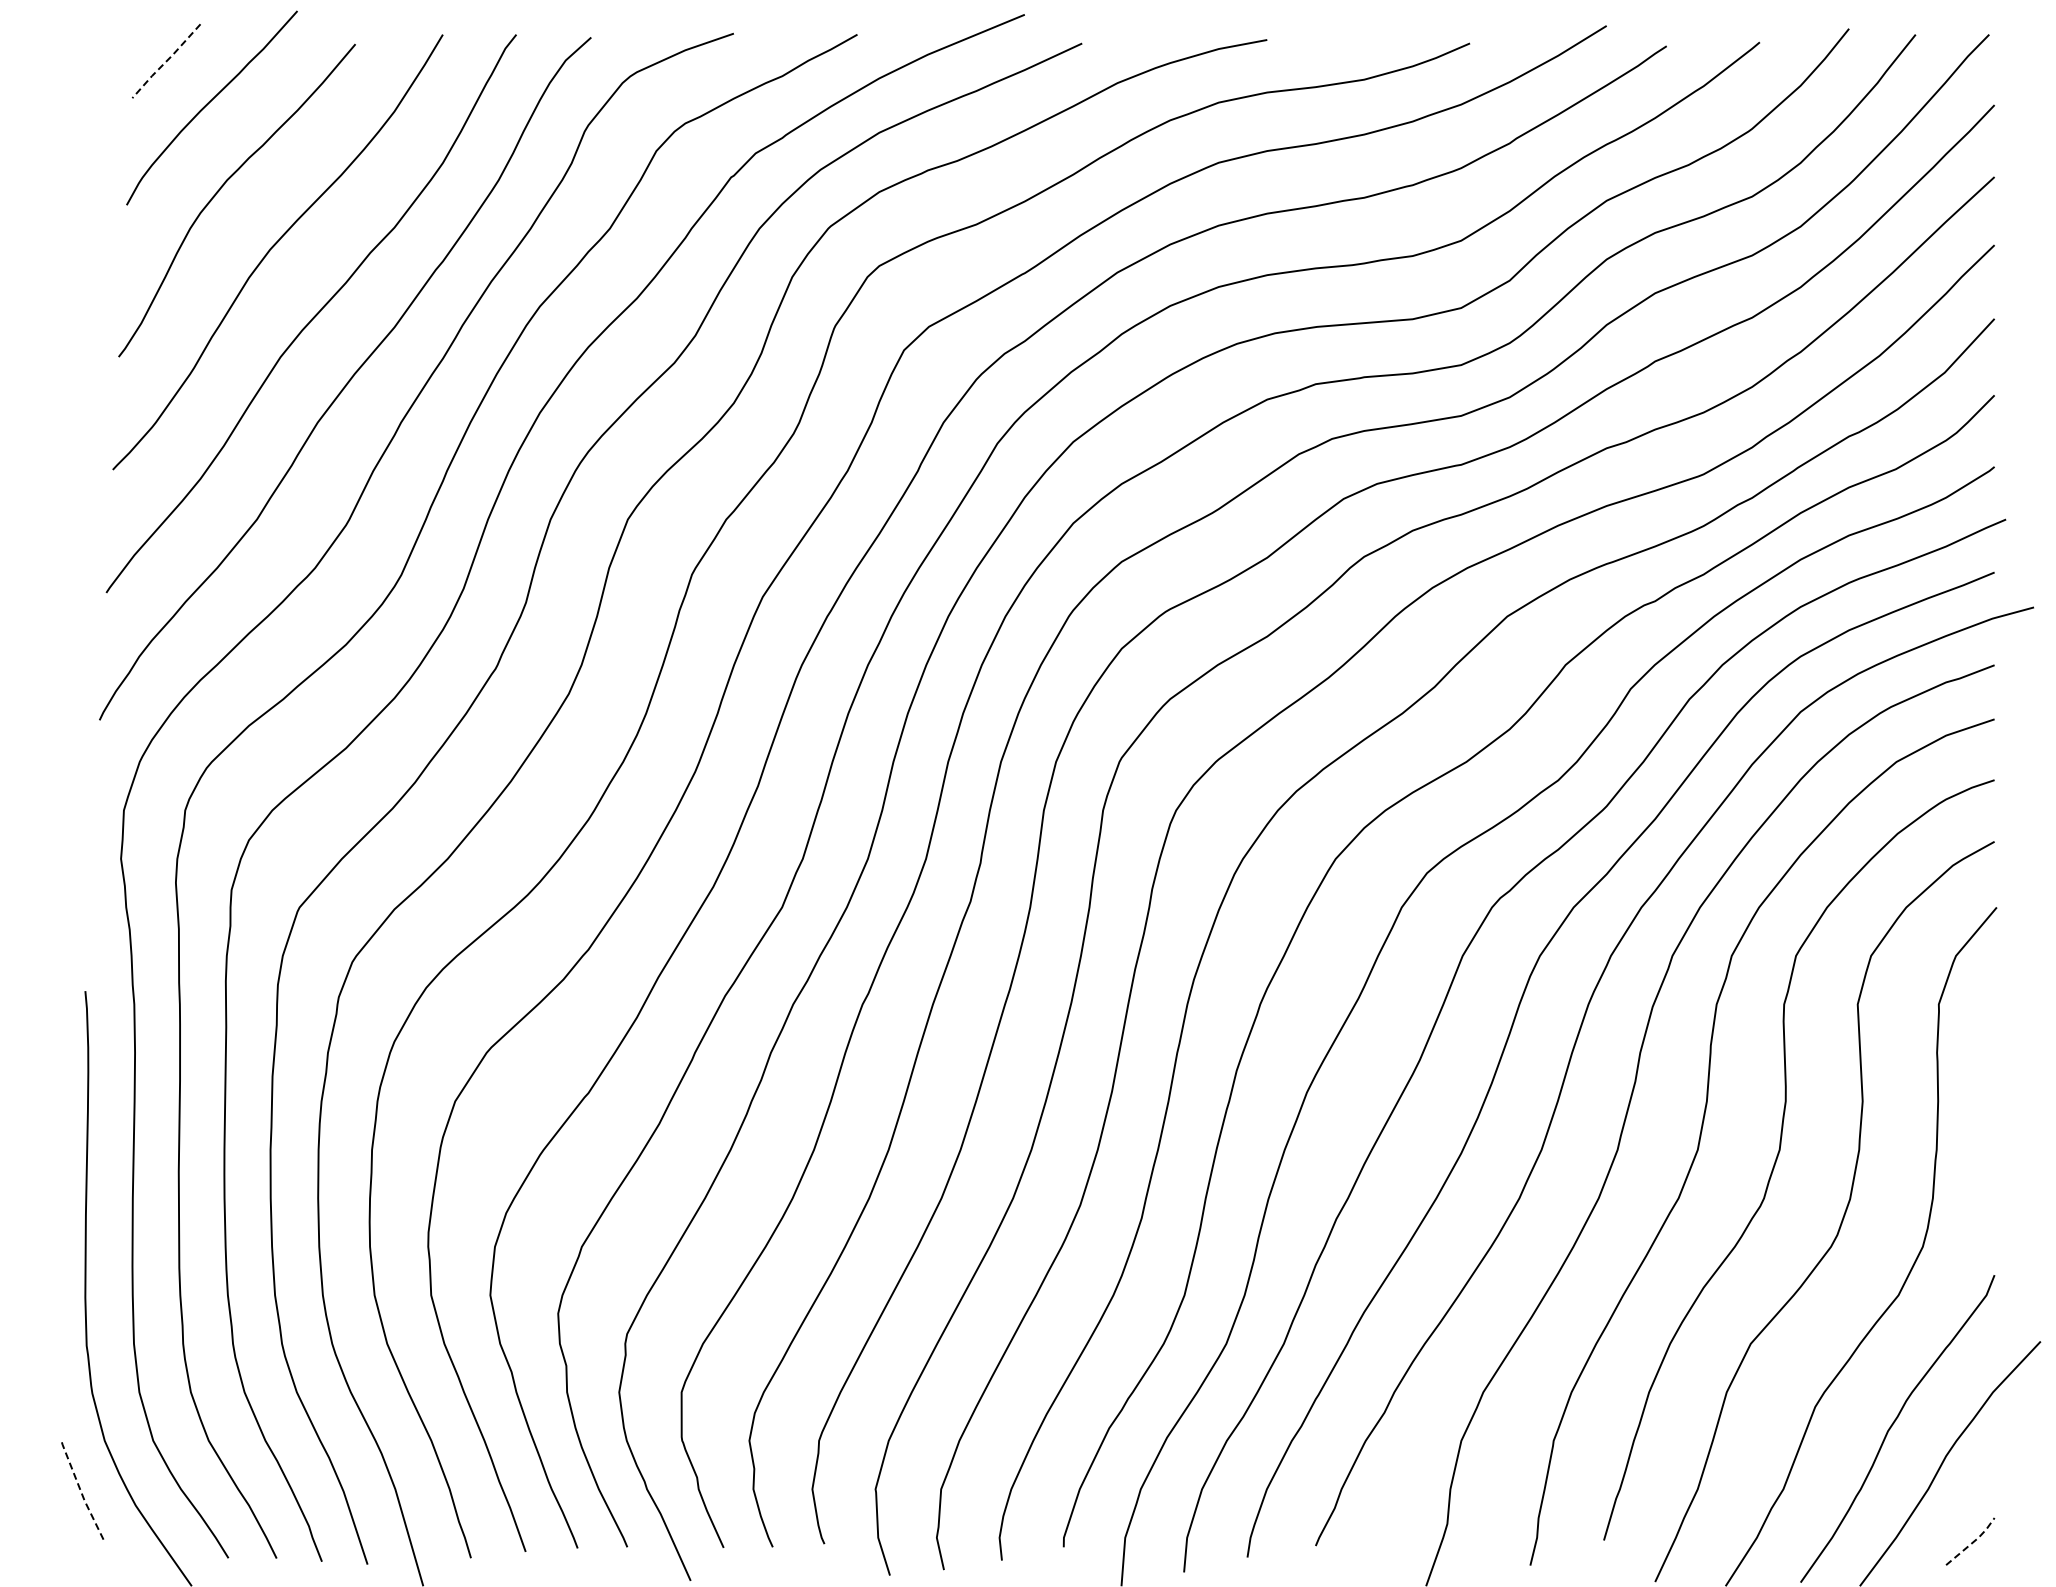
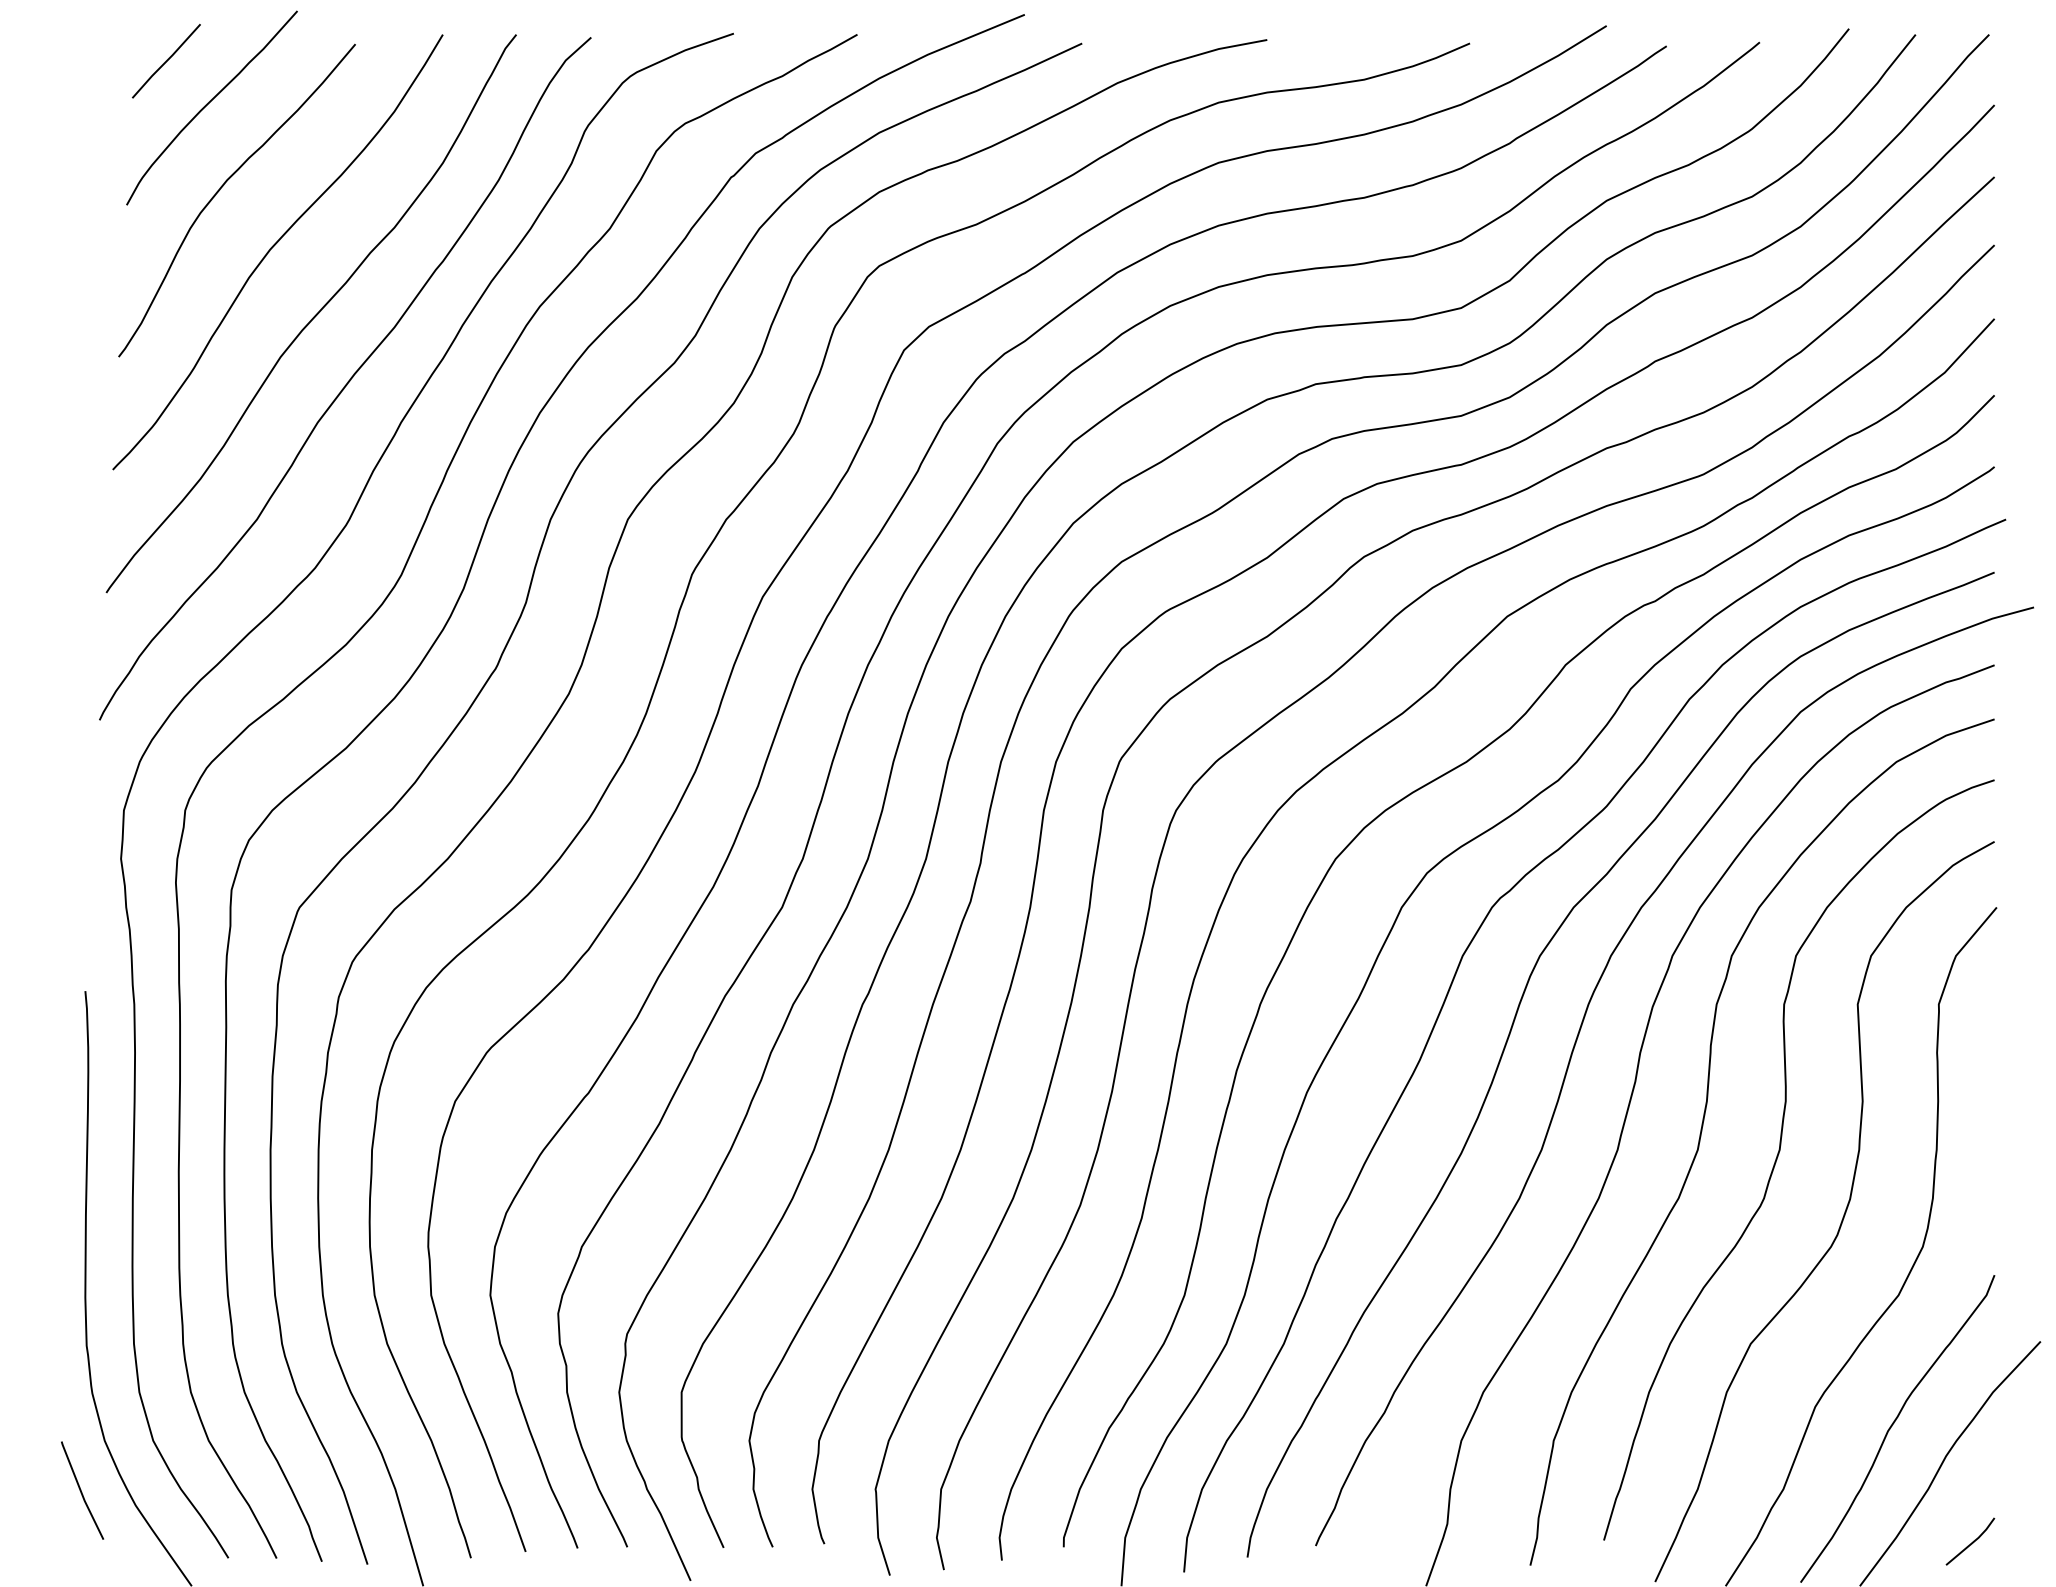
line at (166, 61): dashed -> solid
line at (80, 1490): dashed -> solid
line at (1973, 1542): dashed -> solid
